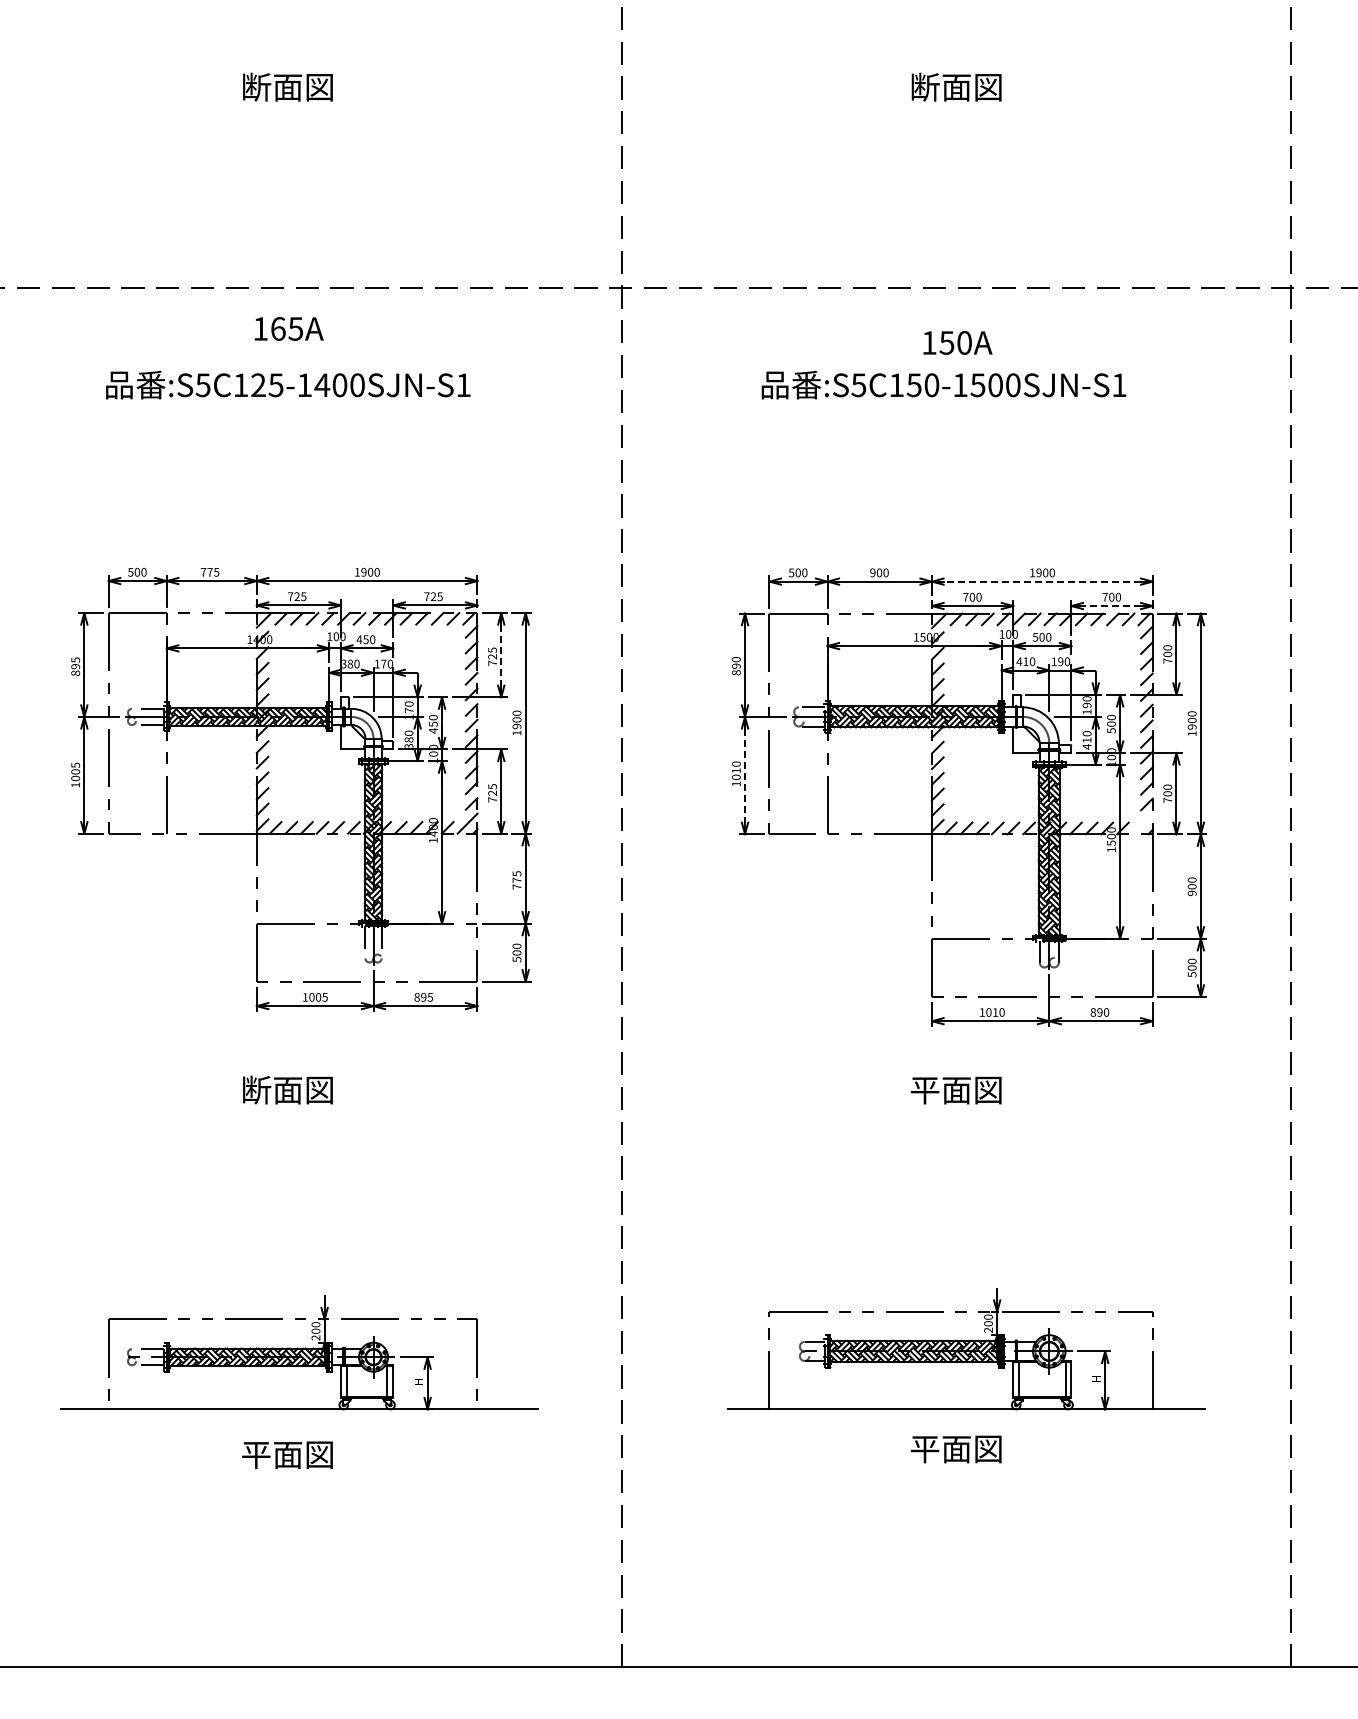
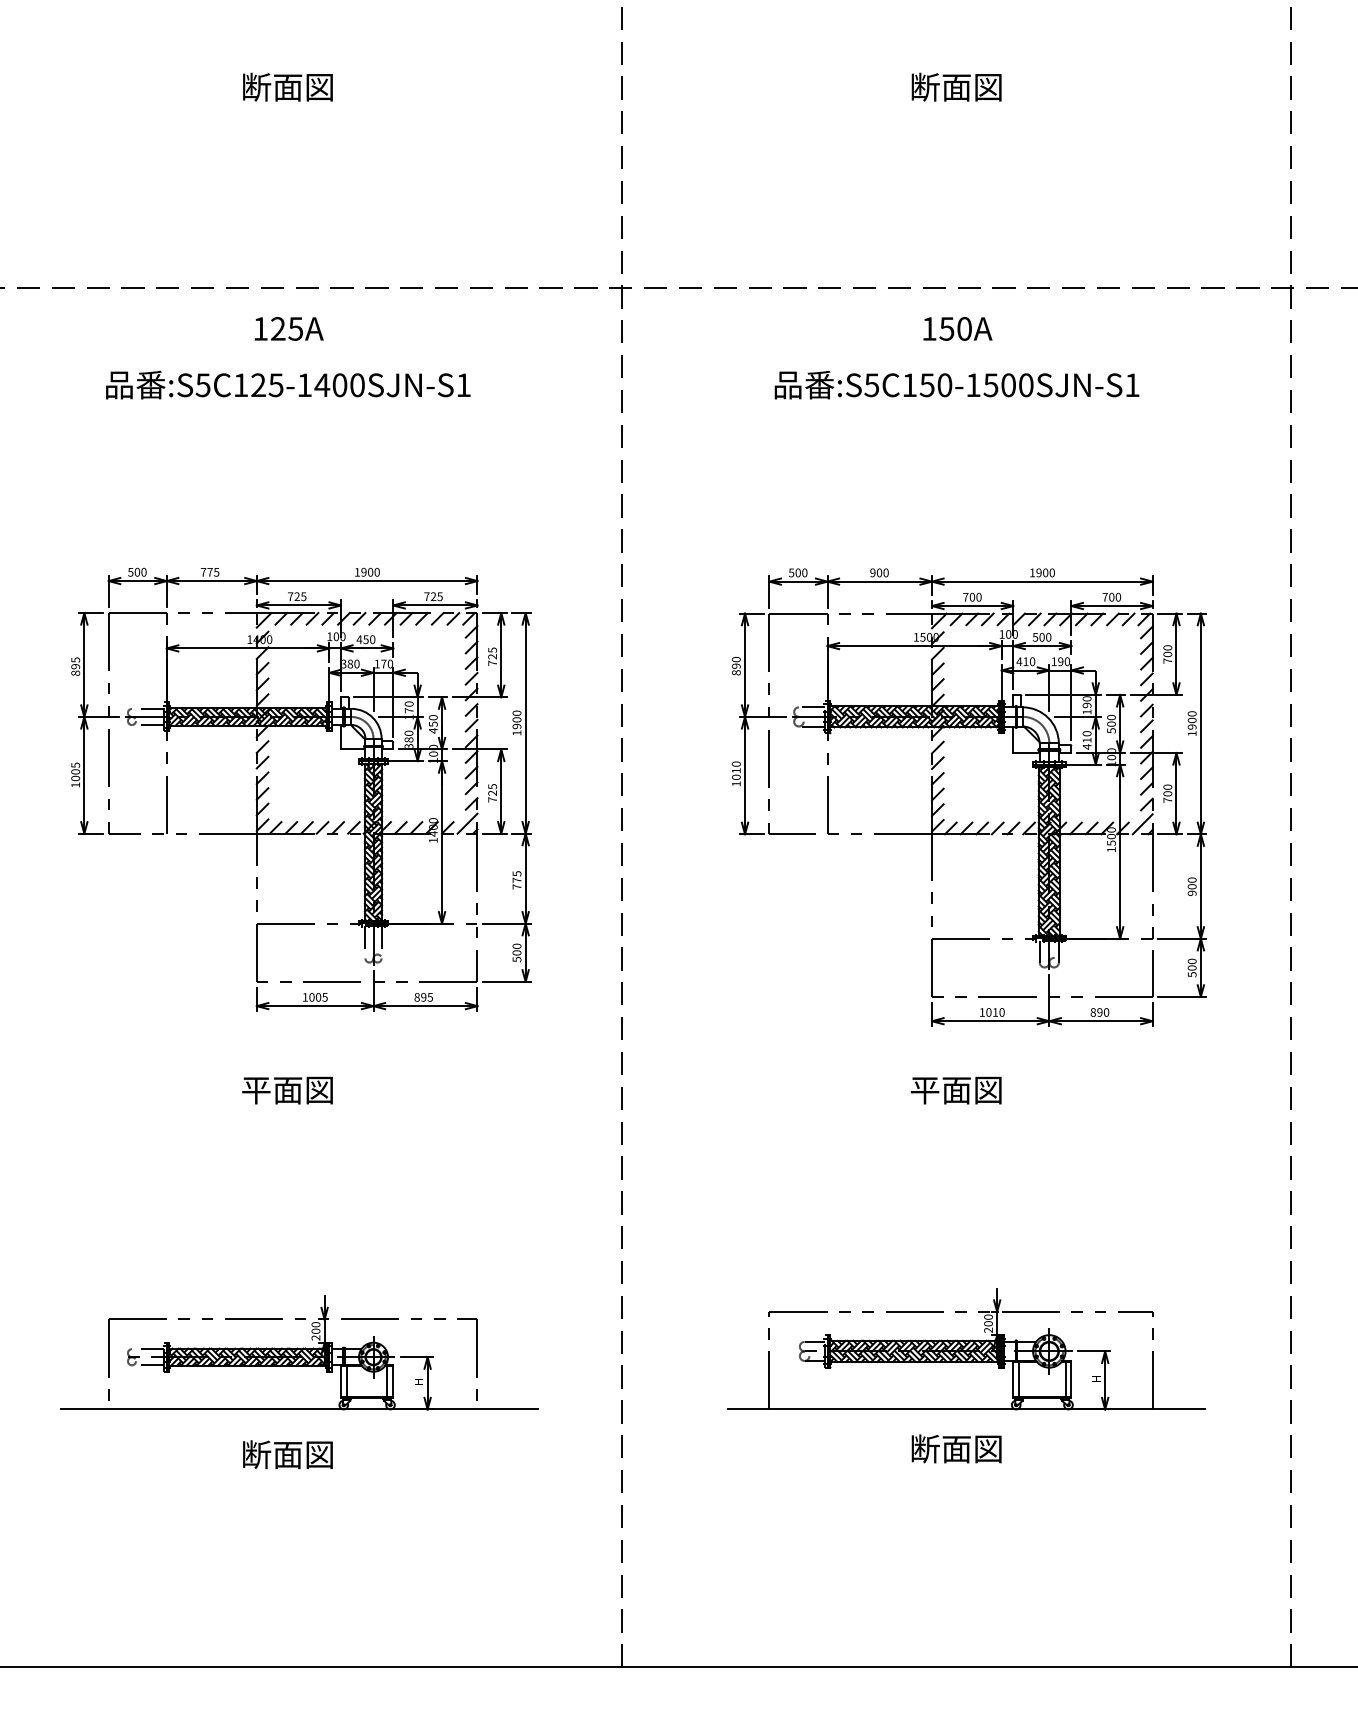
text at (278, 328): 165A -> 125A
text at (957, 342) position: (957, 342) -> (957, 328)
text at (943, 384) position: (943, 384) -> (956, 384)
line at (1042, 581): dashed -> solid
line at (1111, 606): dashed -> solid
line at (501, 655): dashed -> solid
line at (745, 776): dashed -> solid
line at (1142, 824): none -> present
text at (256, 1089): 断面図 -> 平面図
text at (924, 1448): 平面図 -> 断面図
text at (256, 1454): 平面図 -> 断面図
